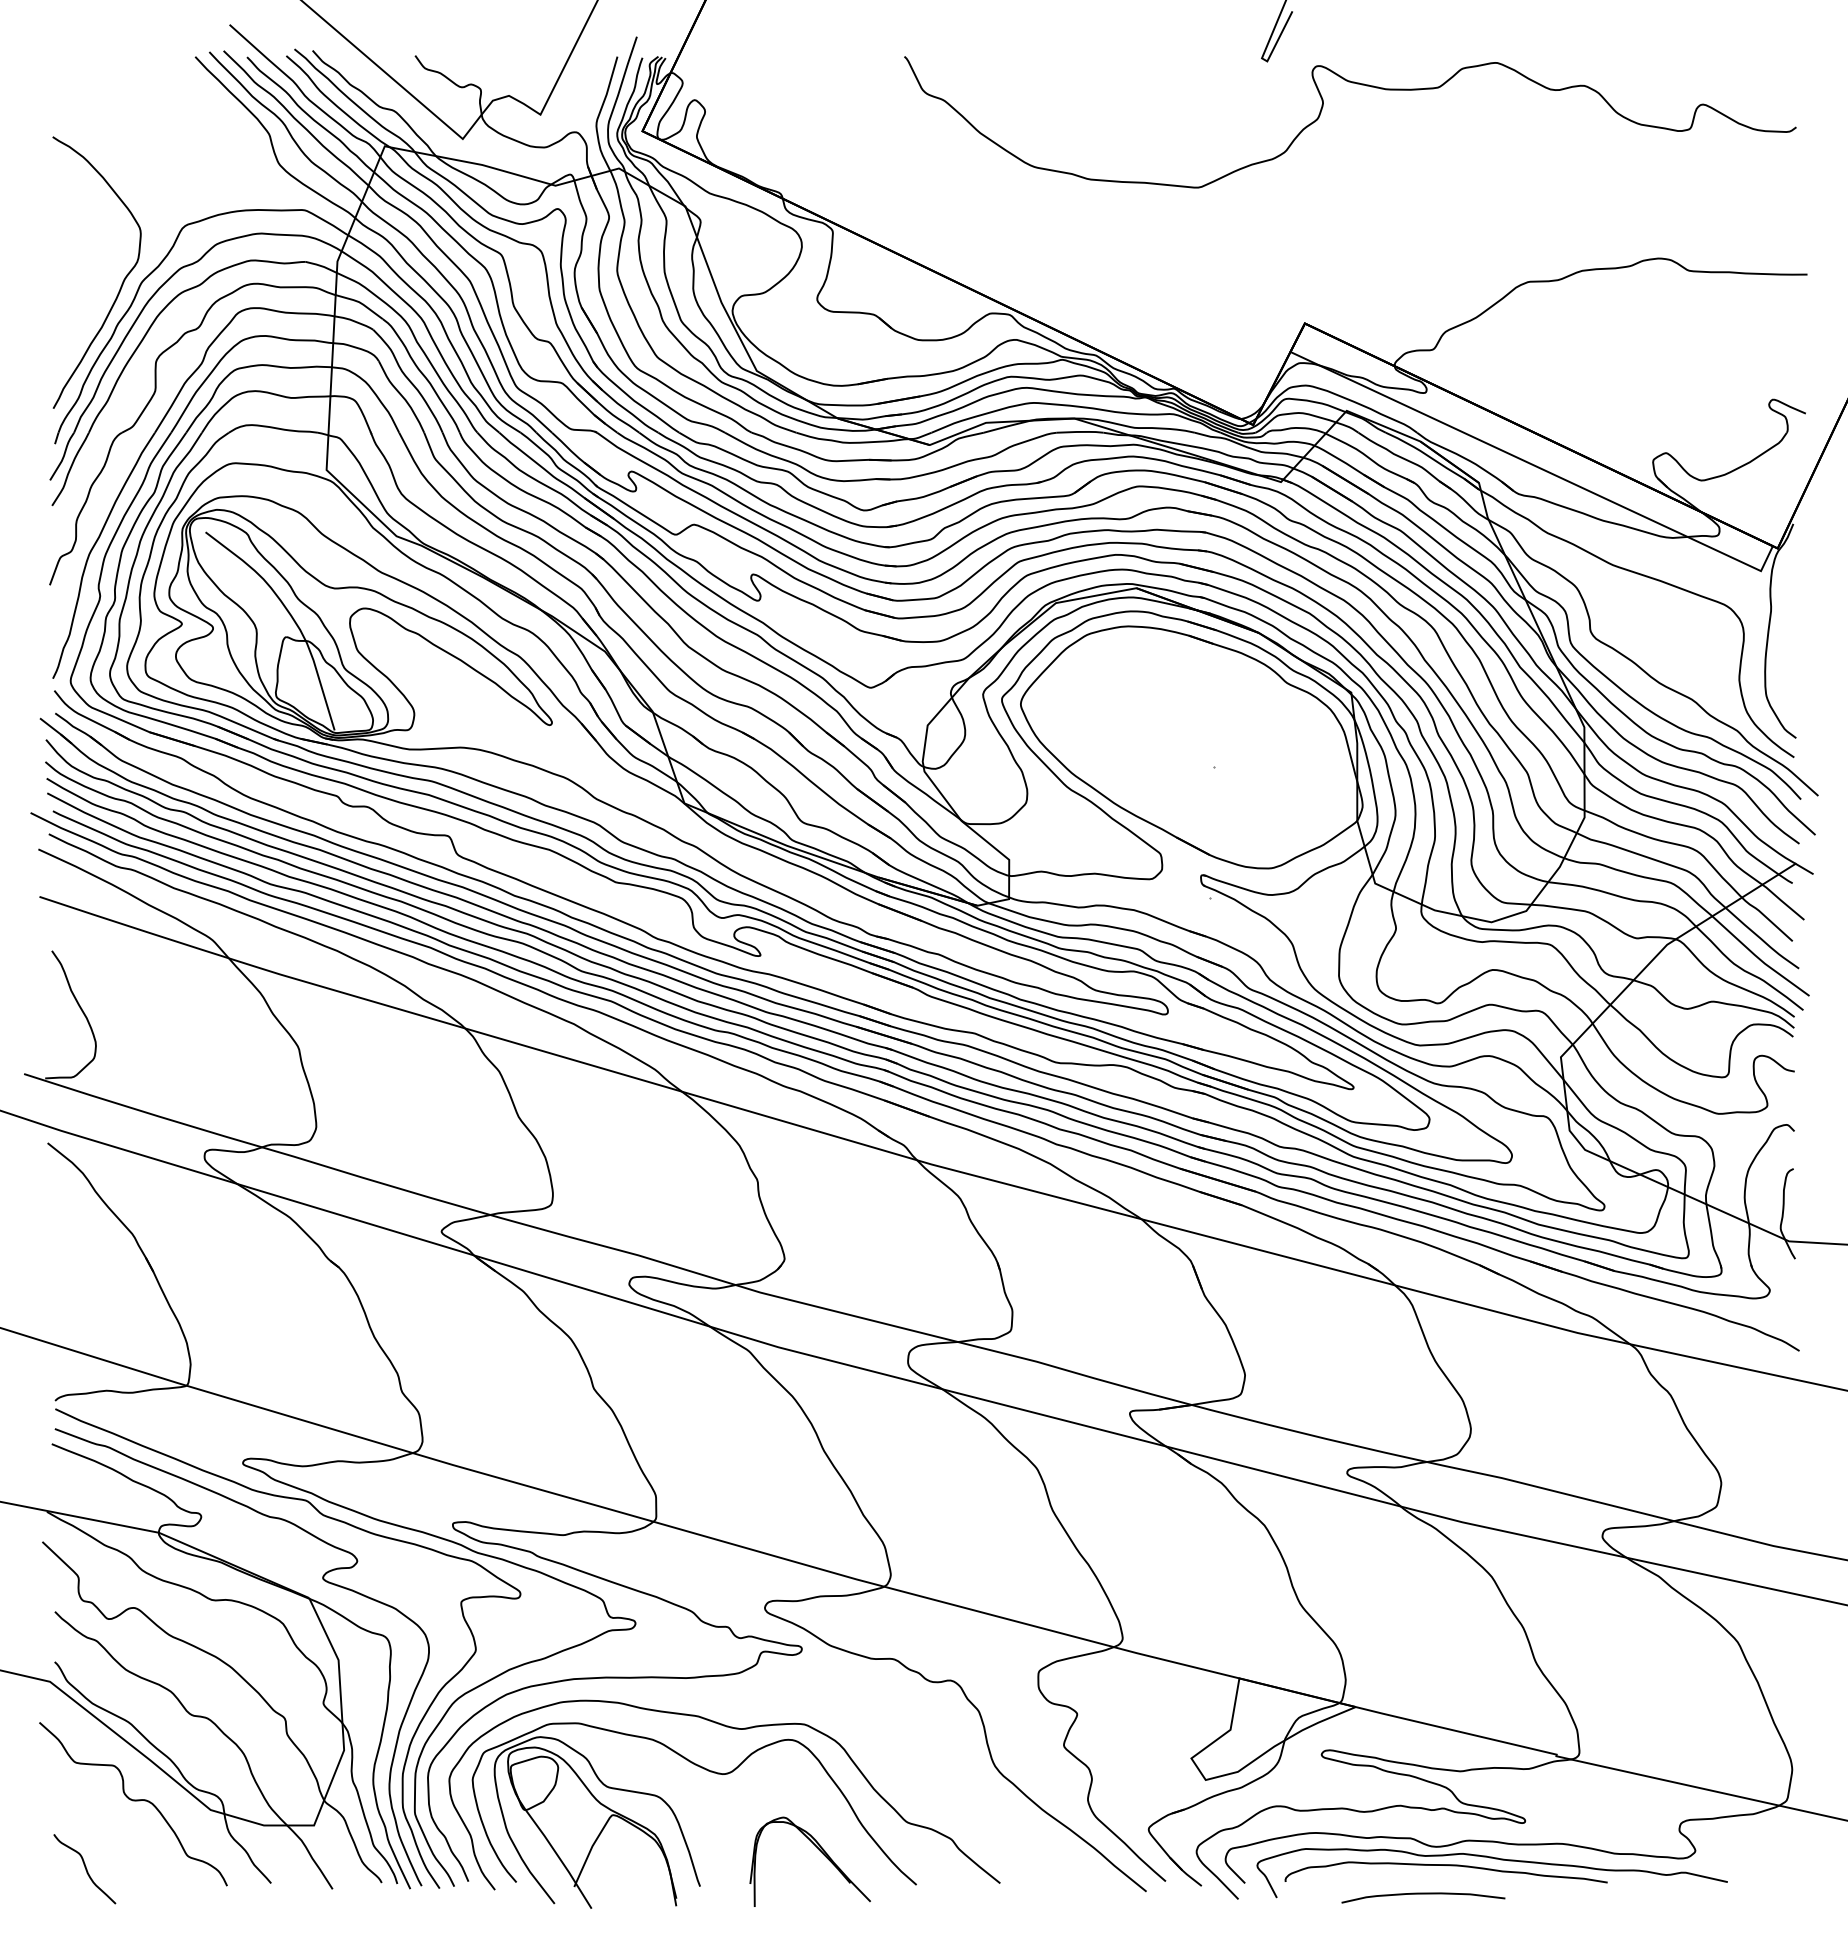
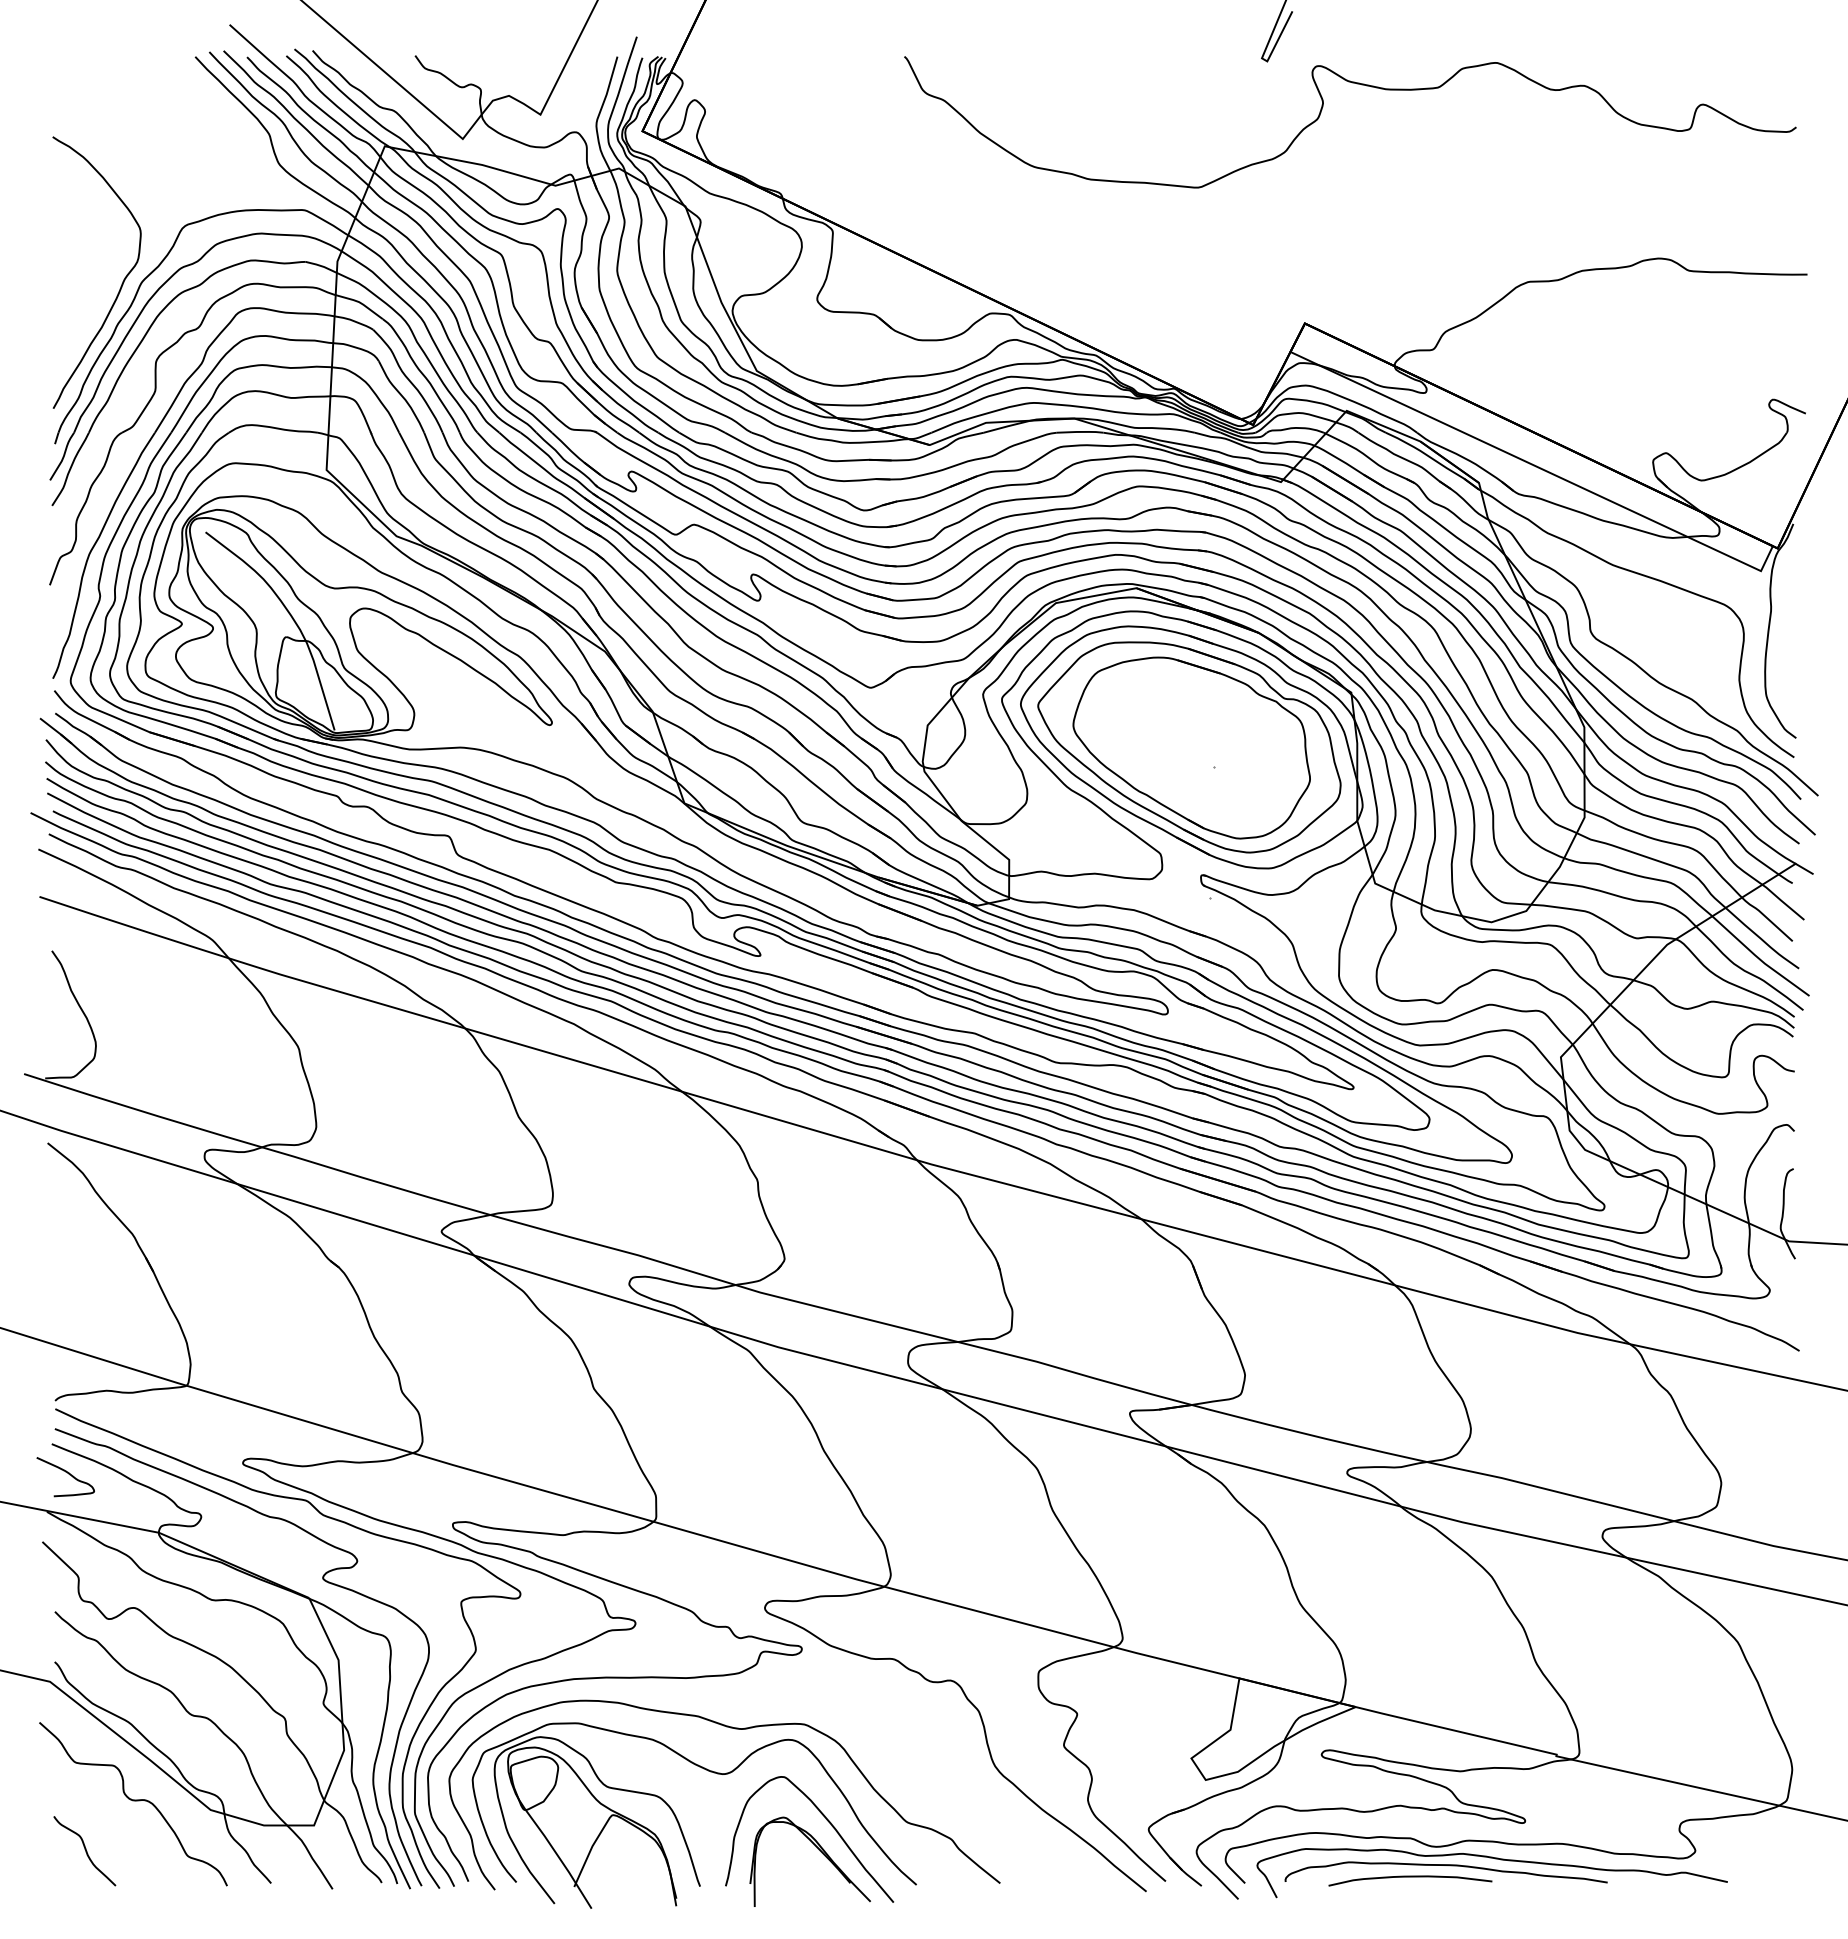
part at (1189, 747): none -> present
curve at (68, 1474): none -> present
curve at (827, 1821): none -> present
curve at (85, 1869) position: (85, 1869) -> (85, 1851)
curve at (1423, 1894) position: (1423, 1894) -> (1410, 1877)
